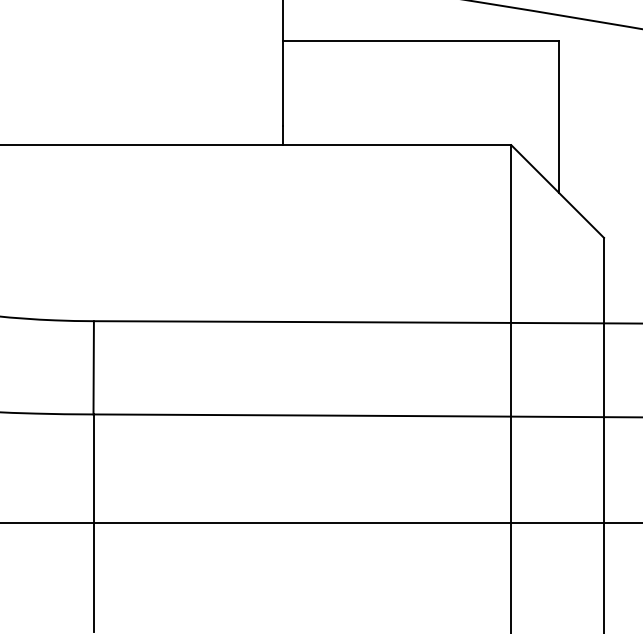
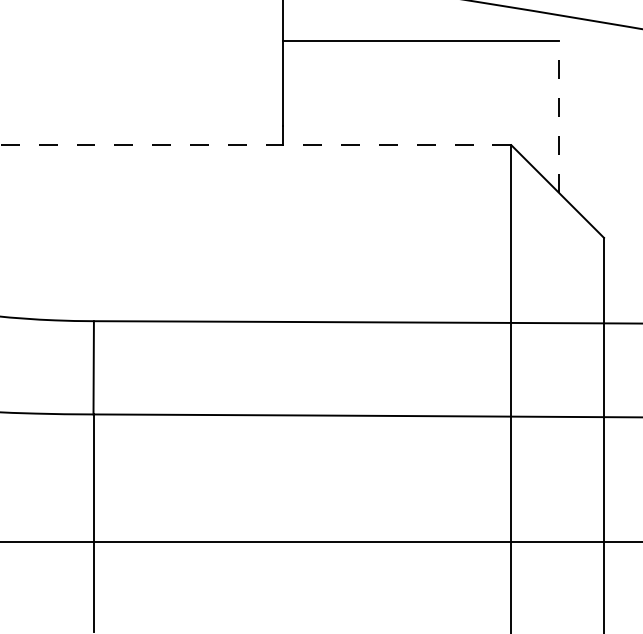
line at (558, 116): solid -> dashed
line at (255, 145): solid -> dashed
line at (320, 523) position: (320, 523) -> (320, 542)
